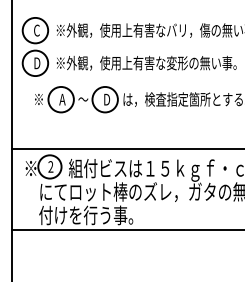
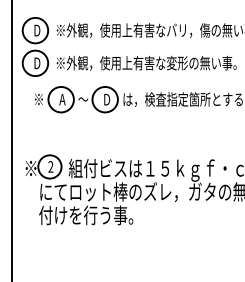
text at (37, 30): C -> D
line at (126, 148): present -> none
line at (126, 230): present -> none
